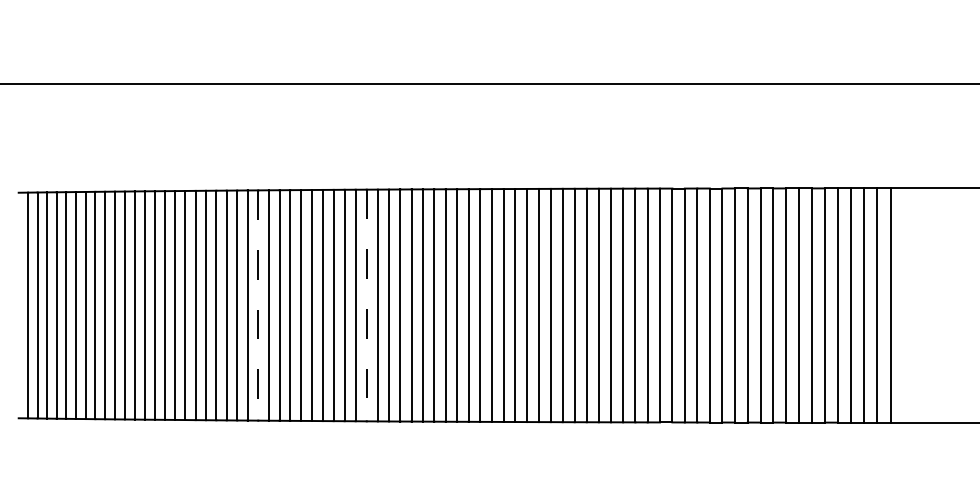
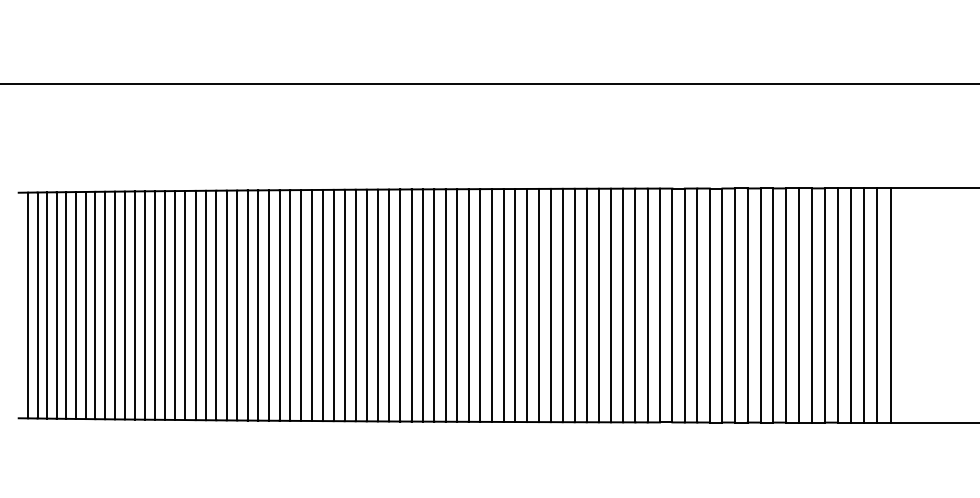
line at (366, 305): dashed -> solid
line at (258, 306): dashed -> solid
